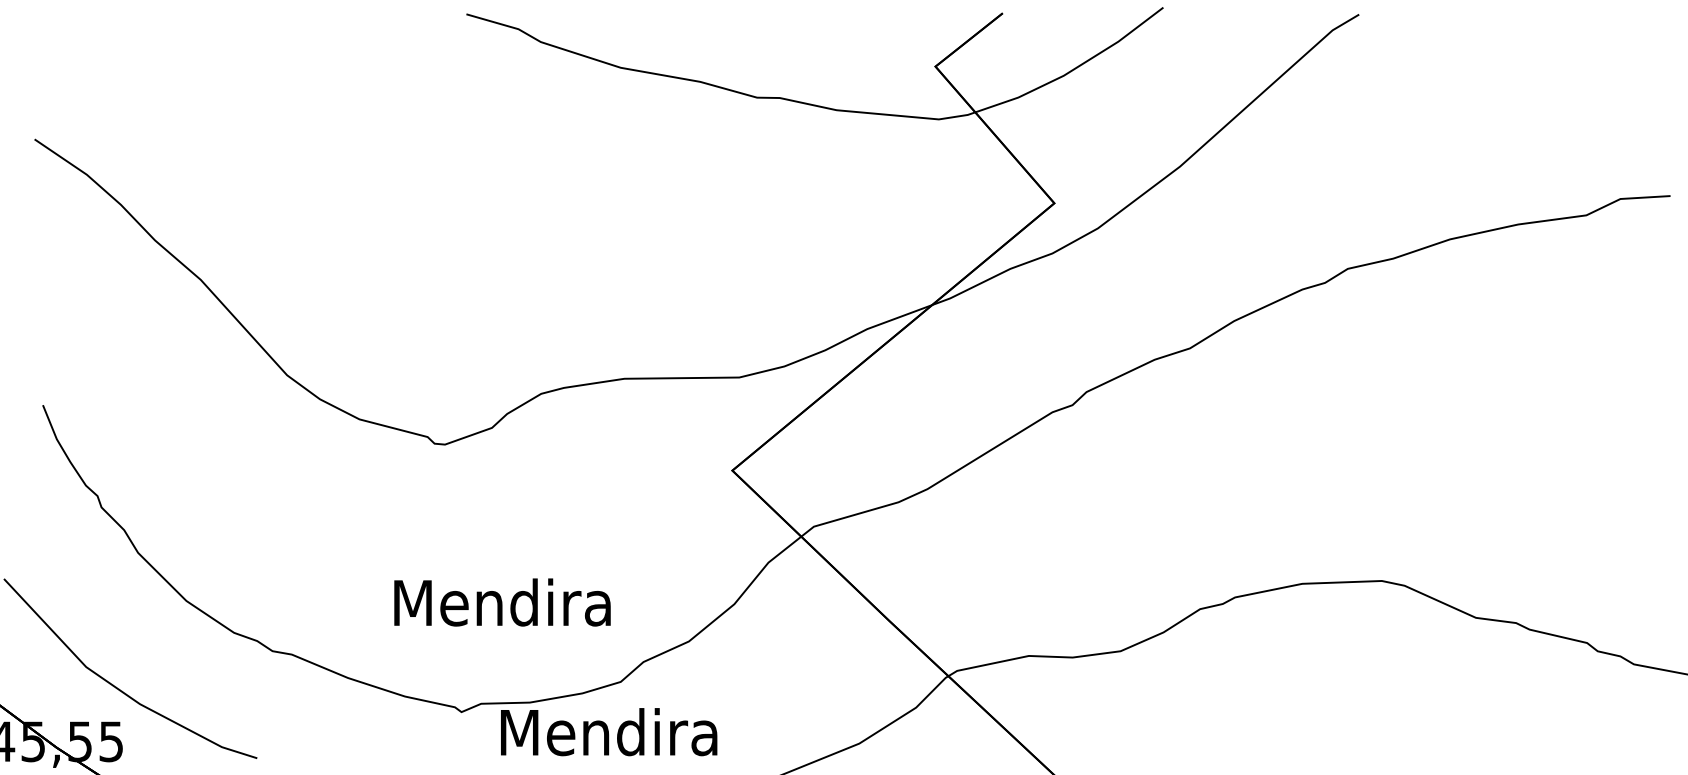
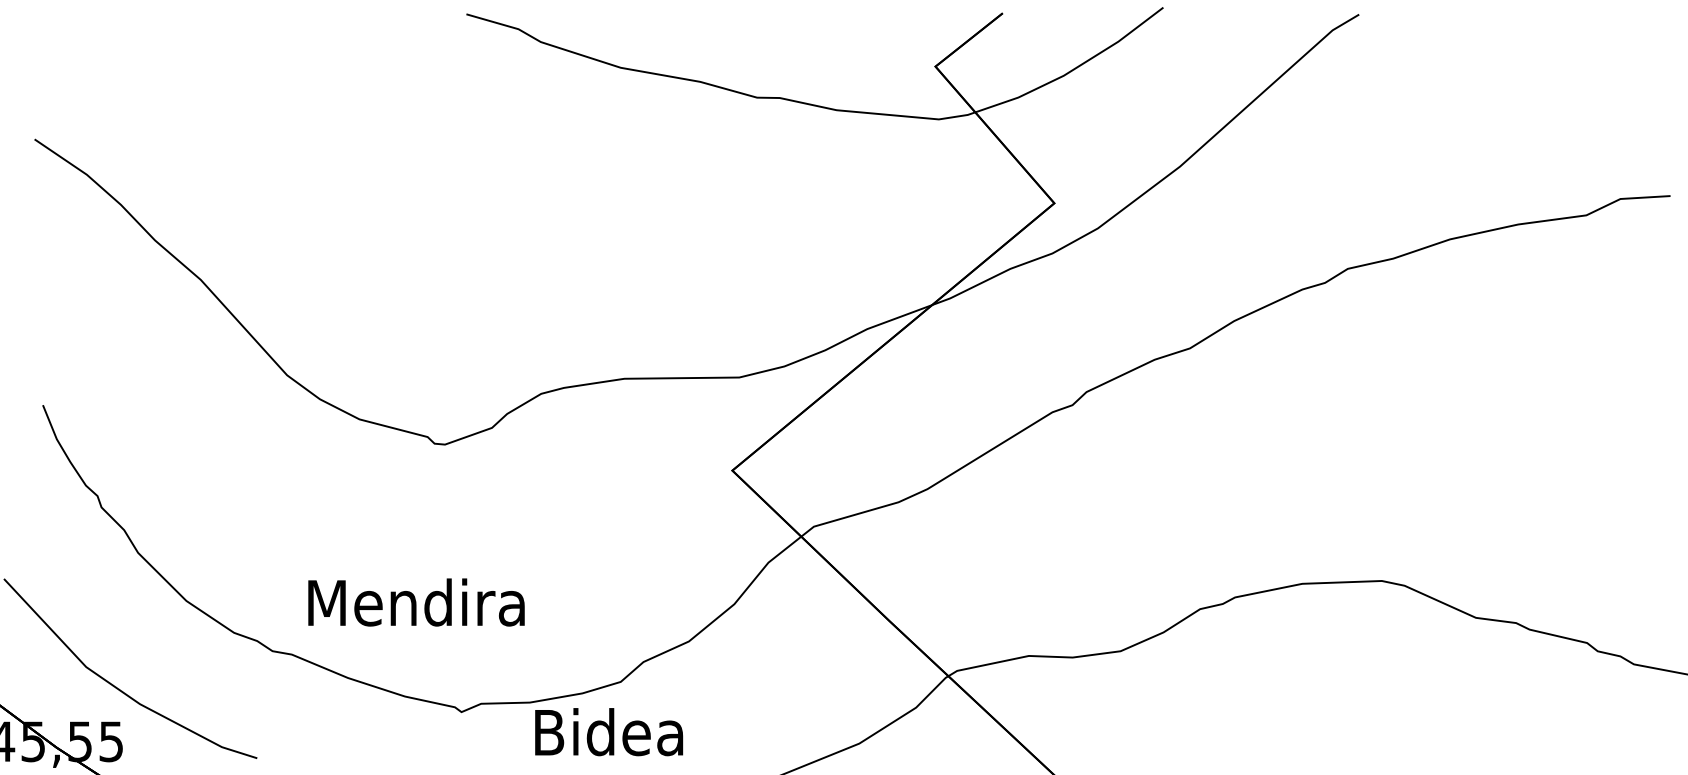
text at (502, 602) position: (502, 602) -> (416, 602)
text at (609, 732): Mendira -> Bidea
